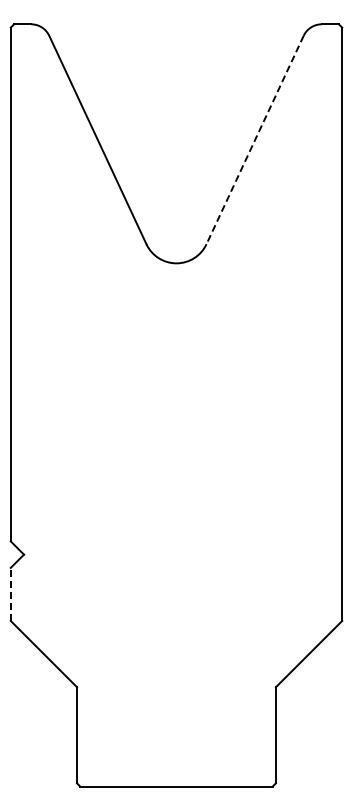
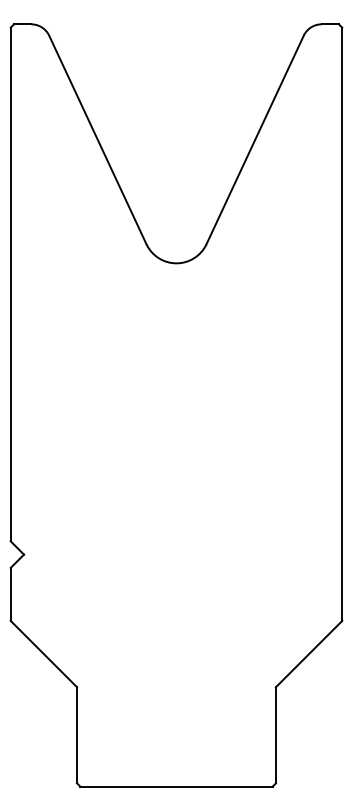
line at (255, 140): dashed -> solid
line at (10, 594): dashed -> solid
